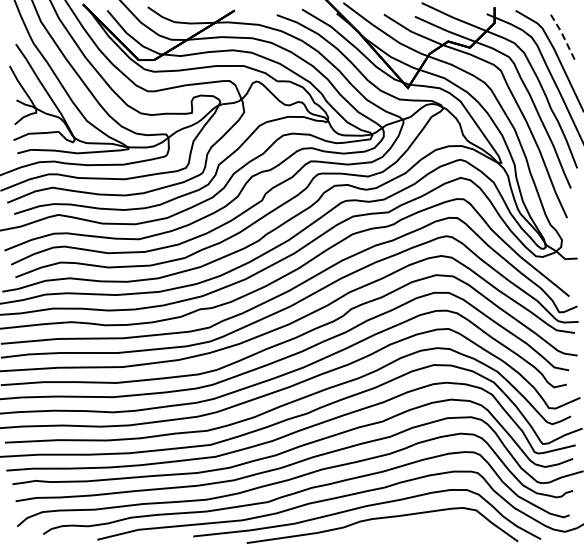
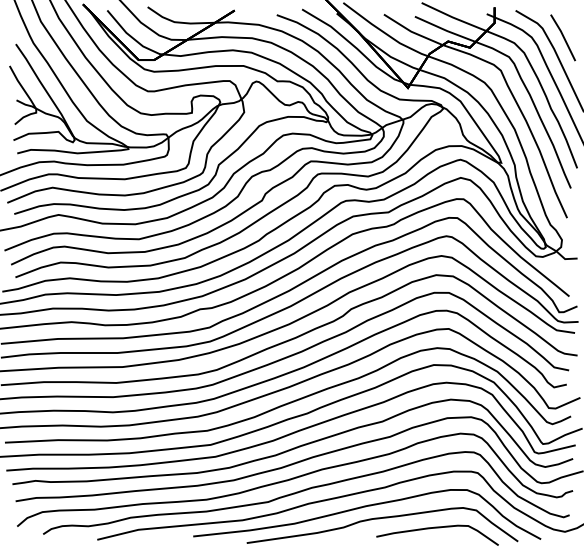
line at (563, 37): dashed -> solid
curve at (437, 528): none -> present
